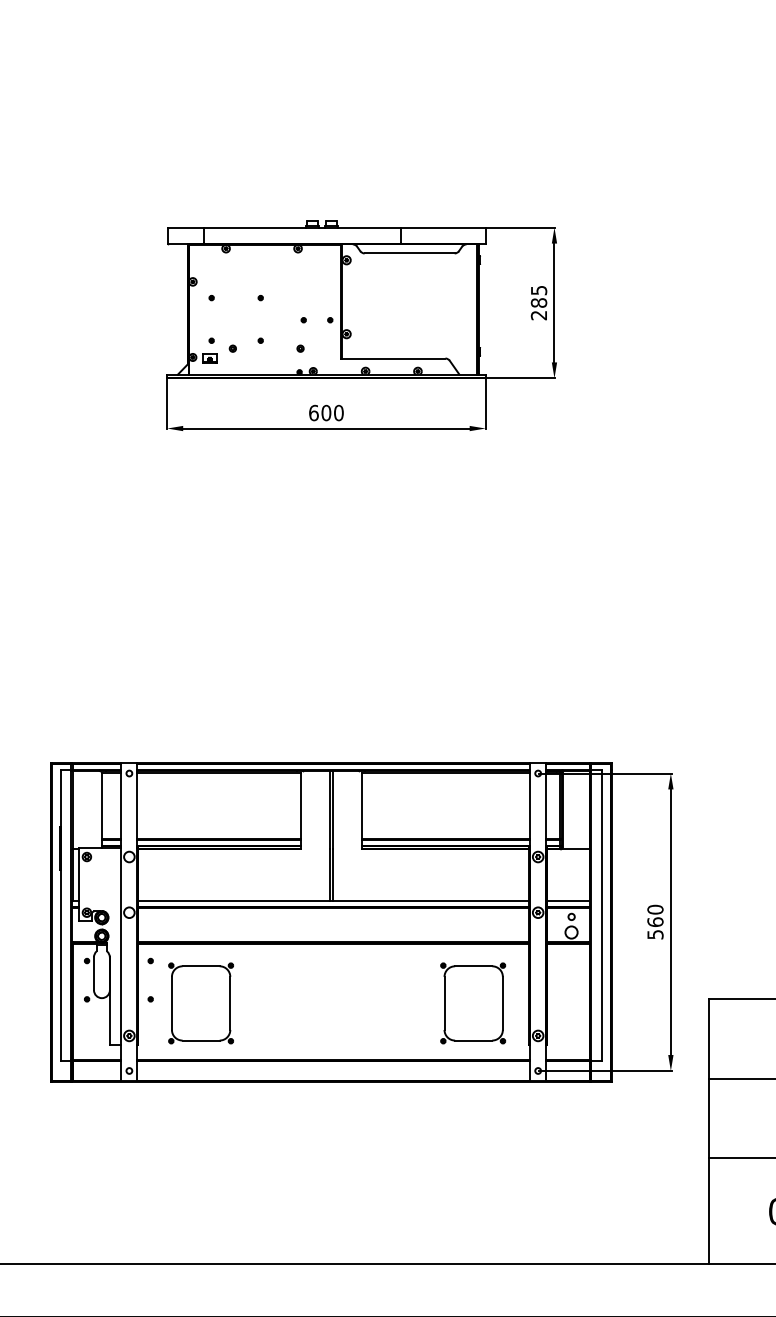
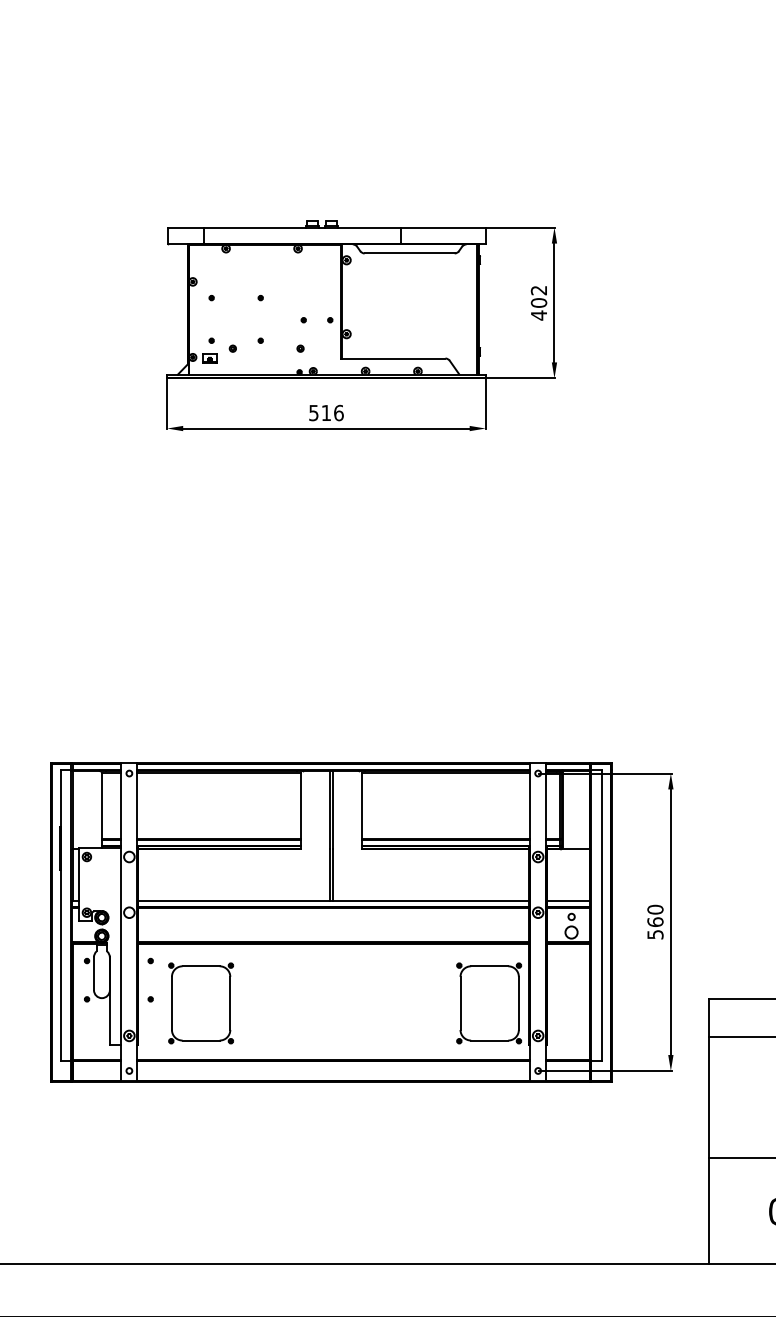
text at (538, 303): 285 -> 402
text at (326, 412): 600 -> 516
part at (473, 1003) position: (473, 1003) -> (489, 1003)
line at (740, 1078) position: (740, 1078) -> (740, 1036)
